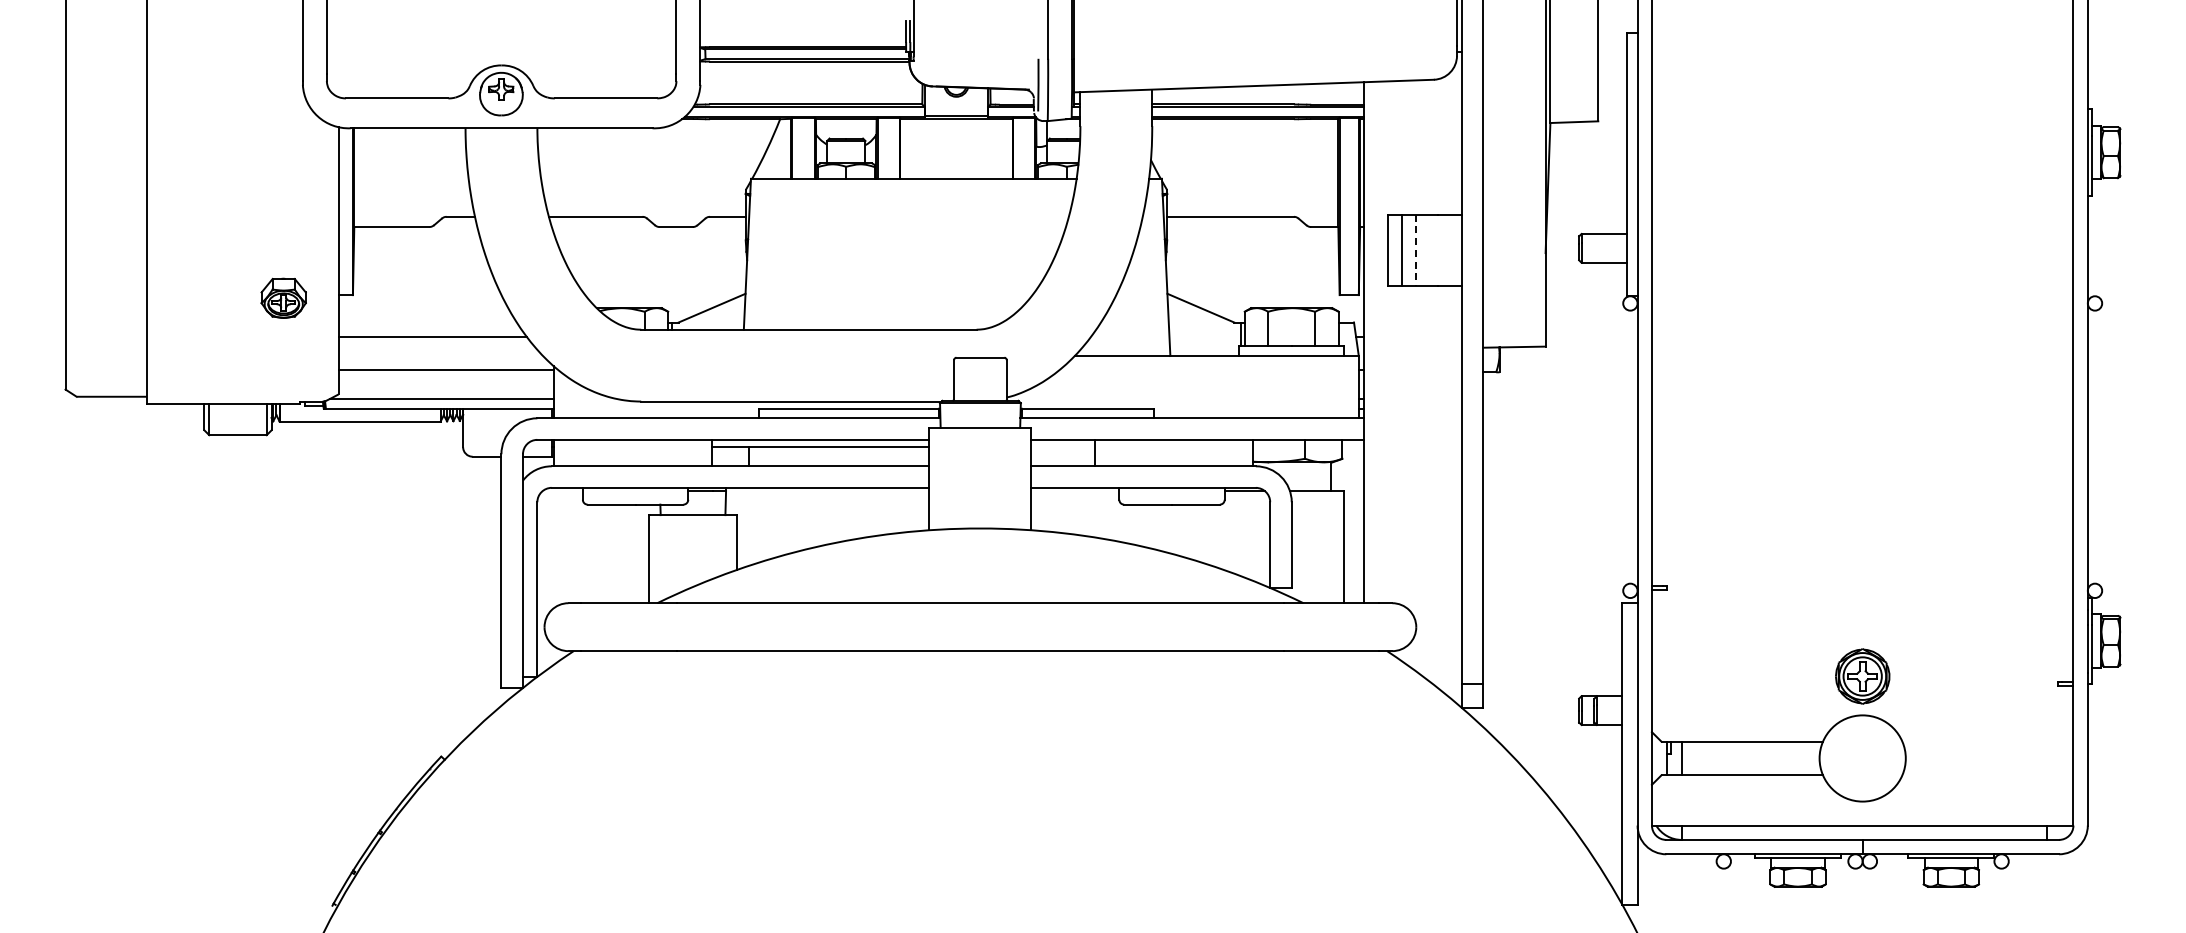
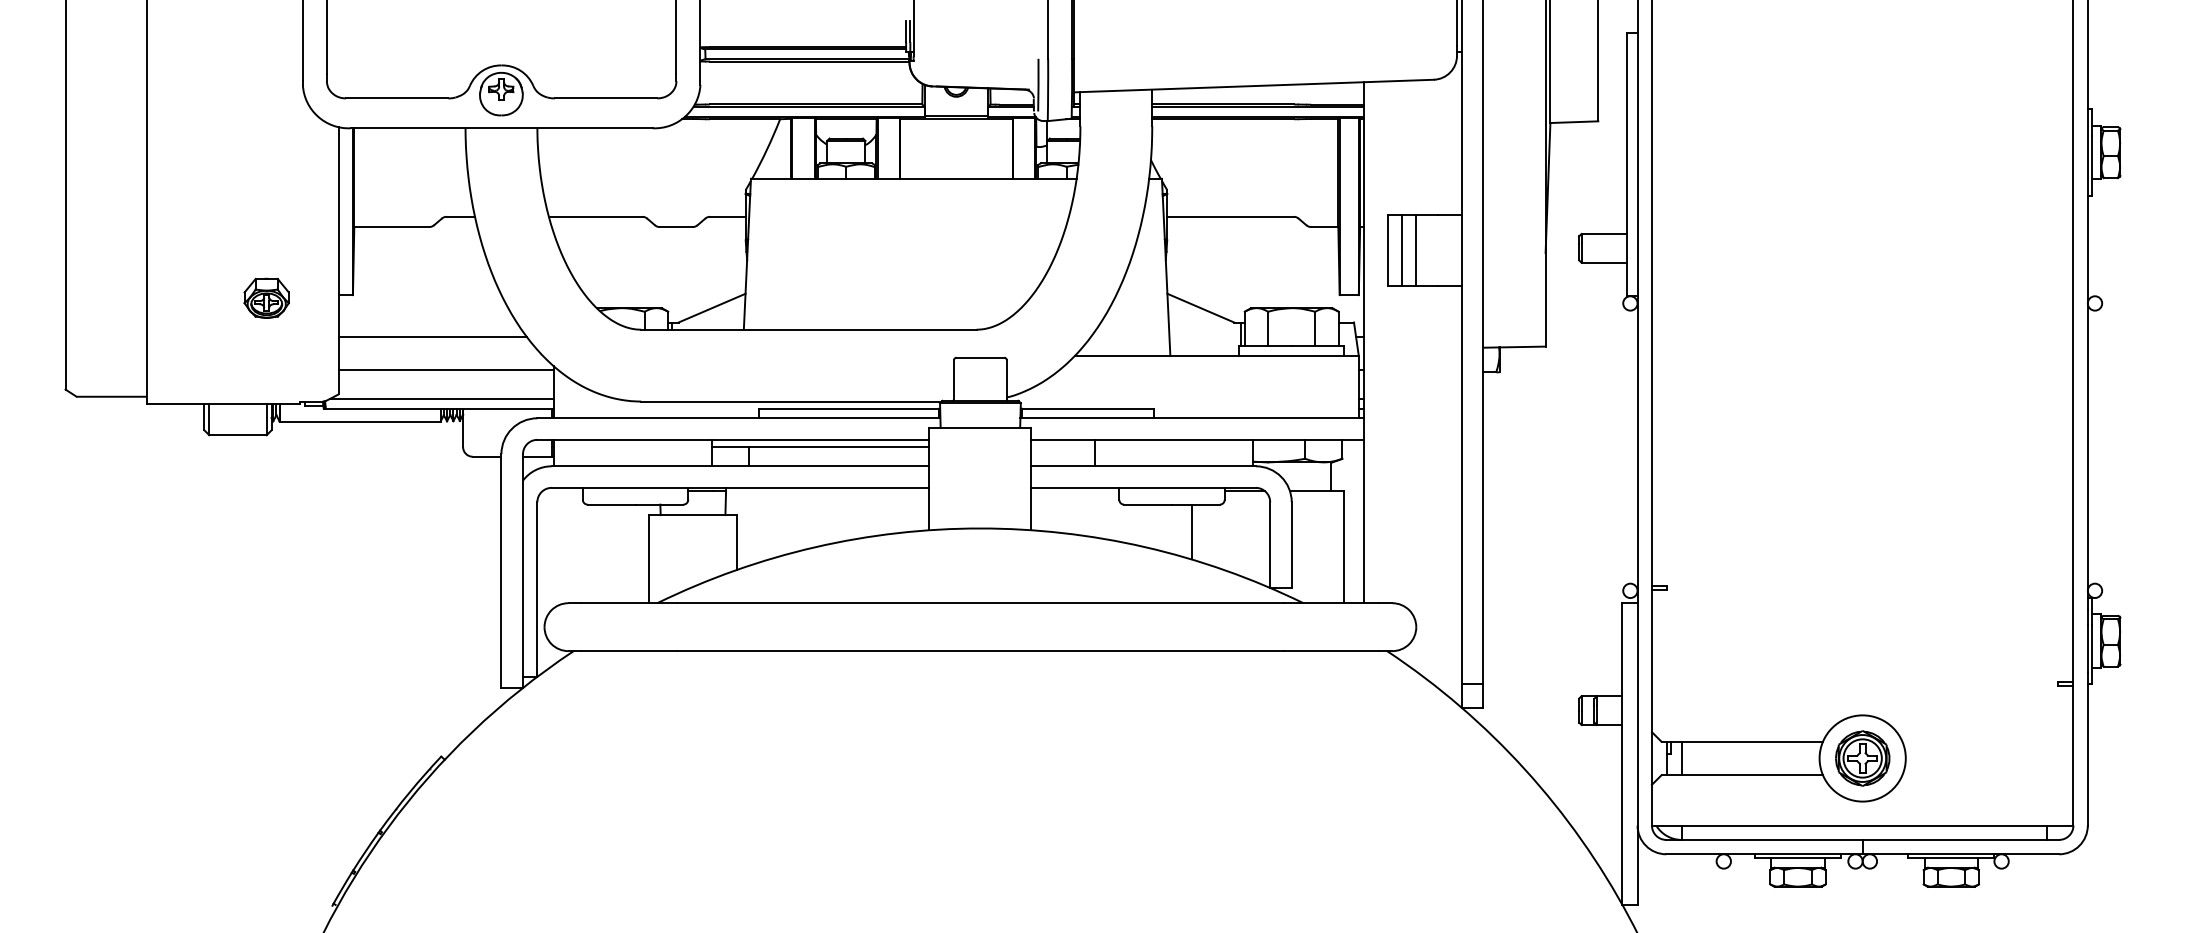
line at (1416, 250): dashed -> solid
part at (283, 297) position: (283, 297) -> (266, 297)
line at (1191, 531): none -> present
part at (1862, 676) position: (1862, 676) -> (1862, 758)
